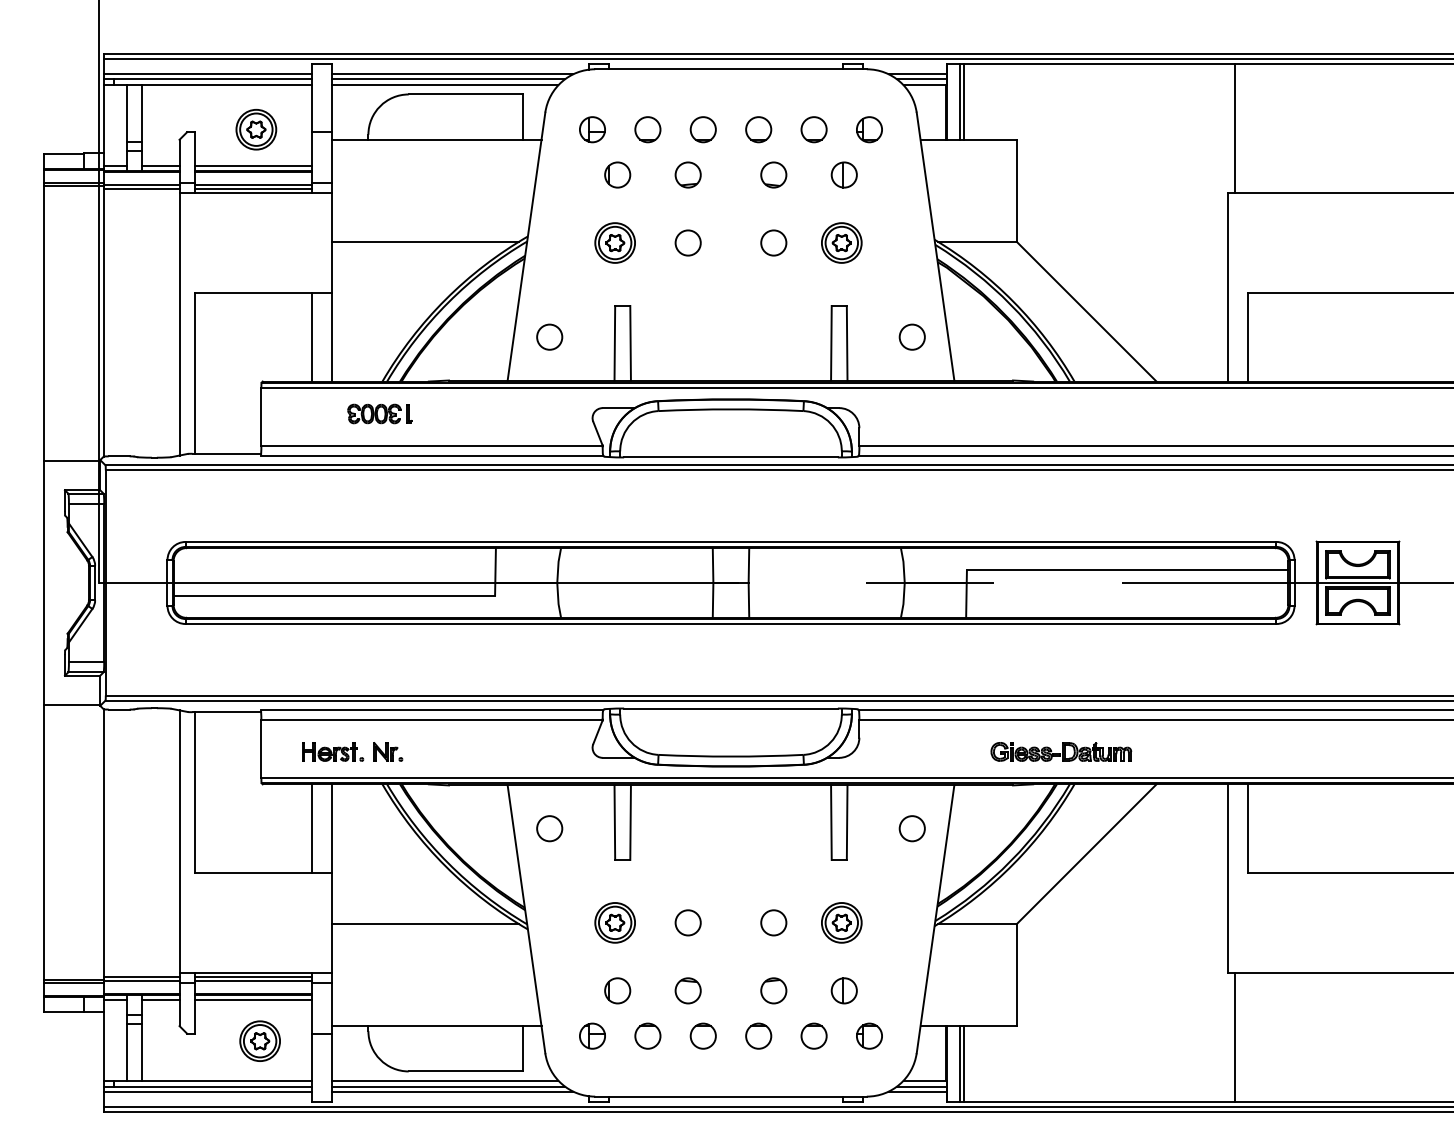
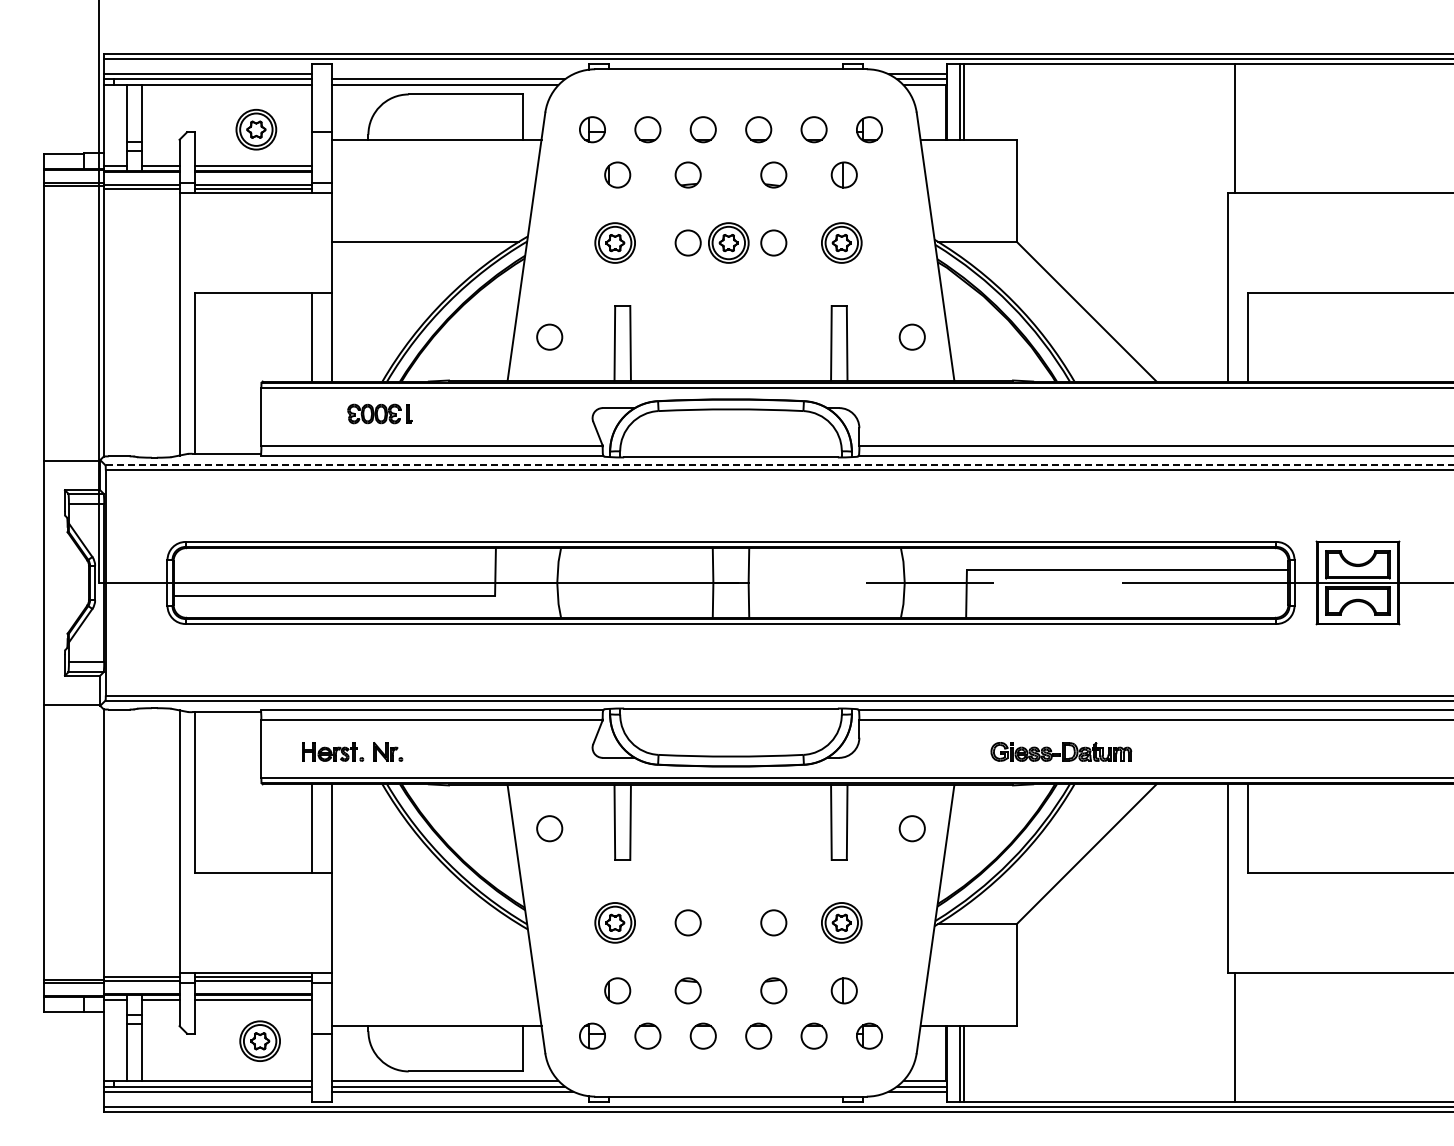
line at (452, 74): present -> none
part at (728, 242): none -> present
line at (779, 465): solid -> dashed
line at (425, 924): present -> none
